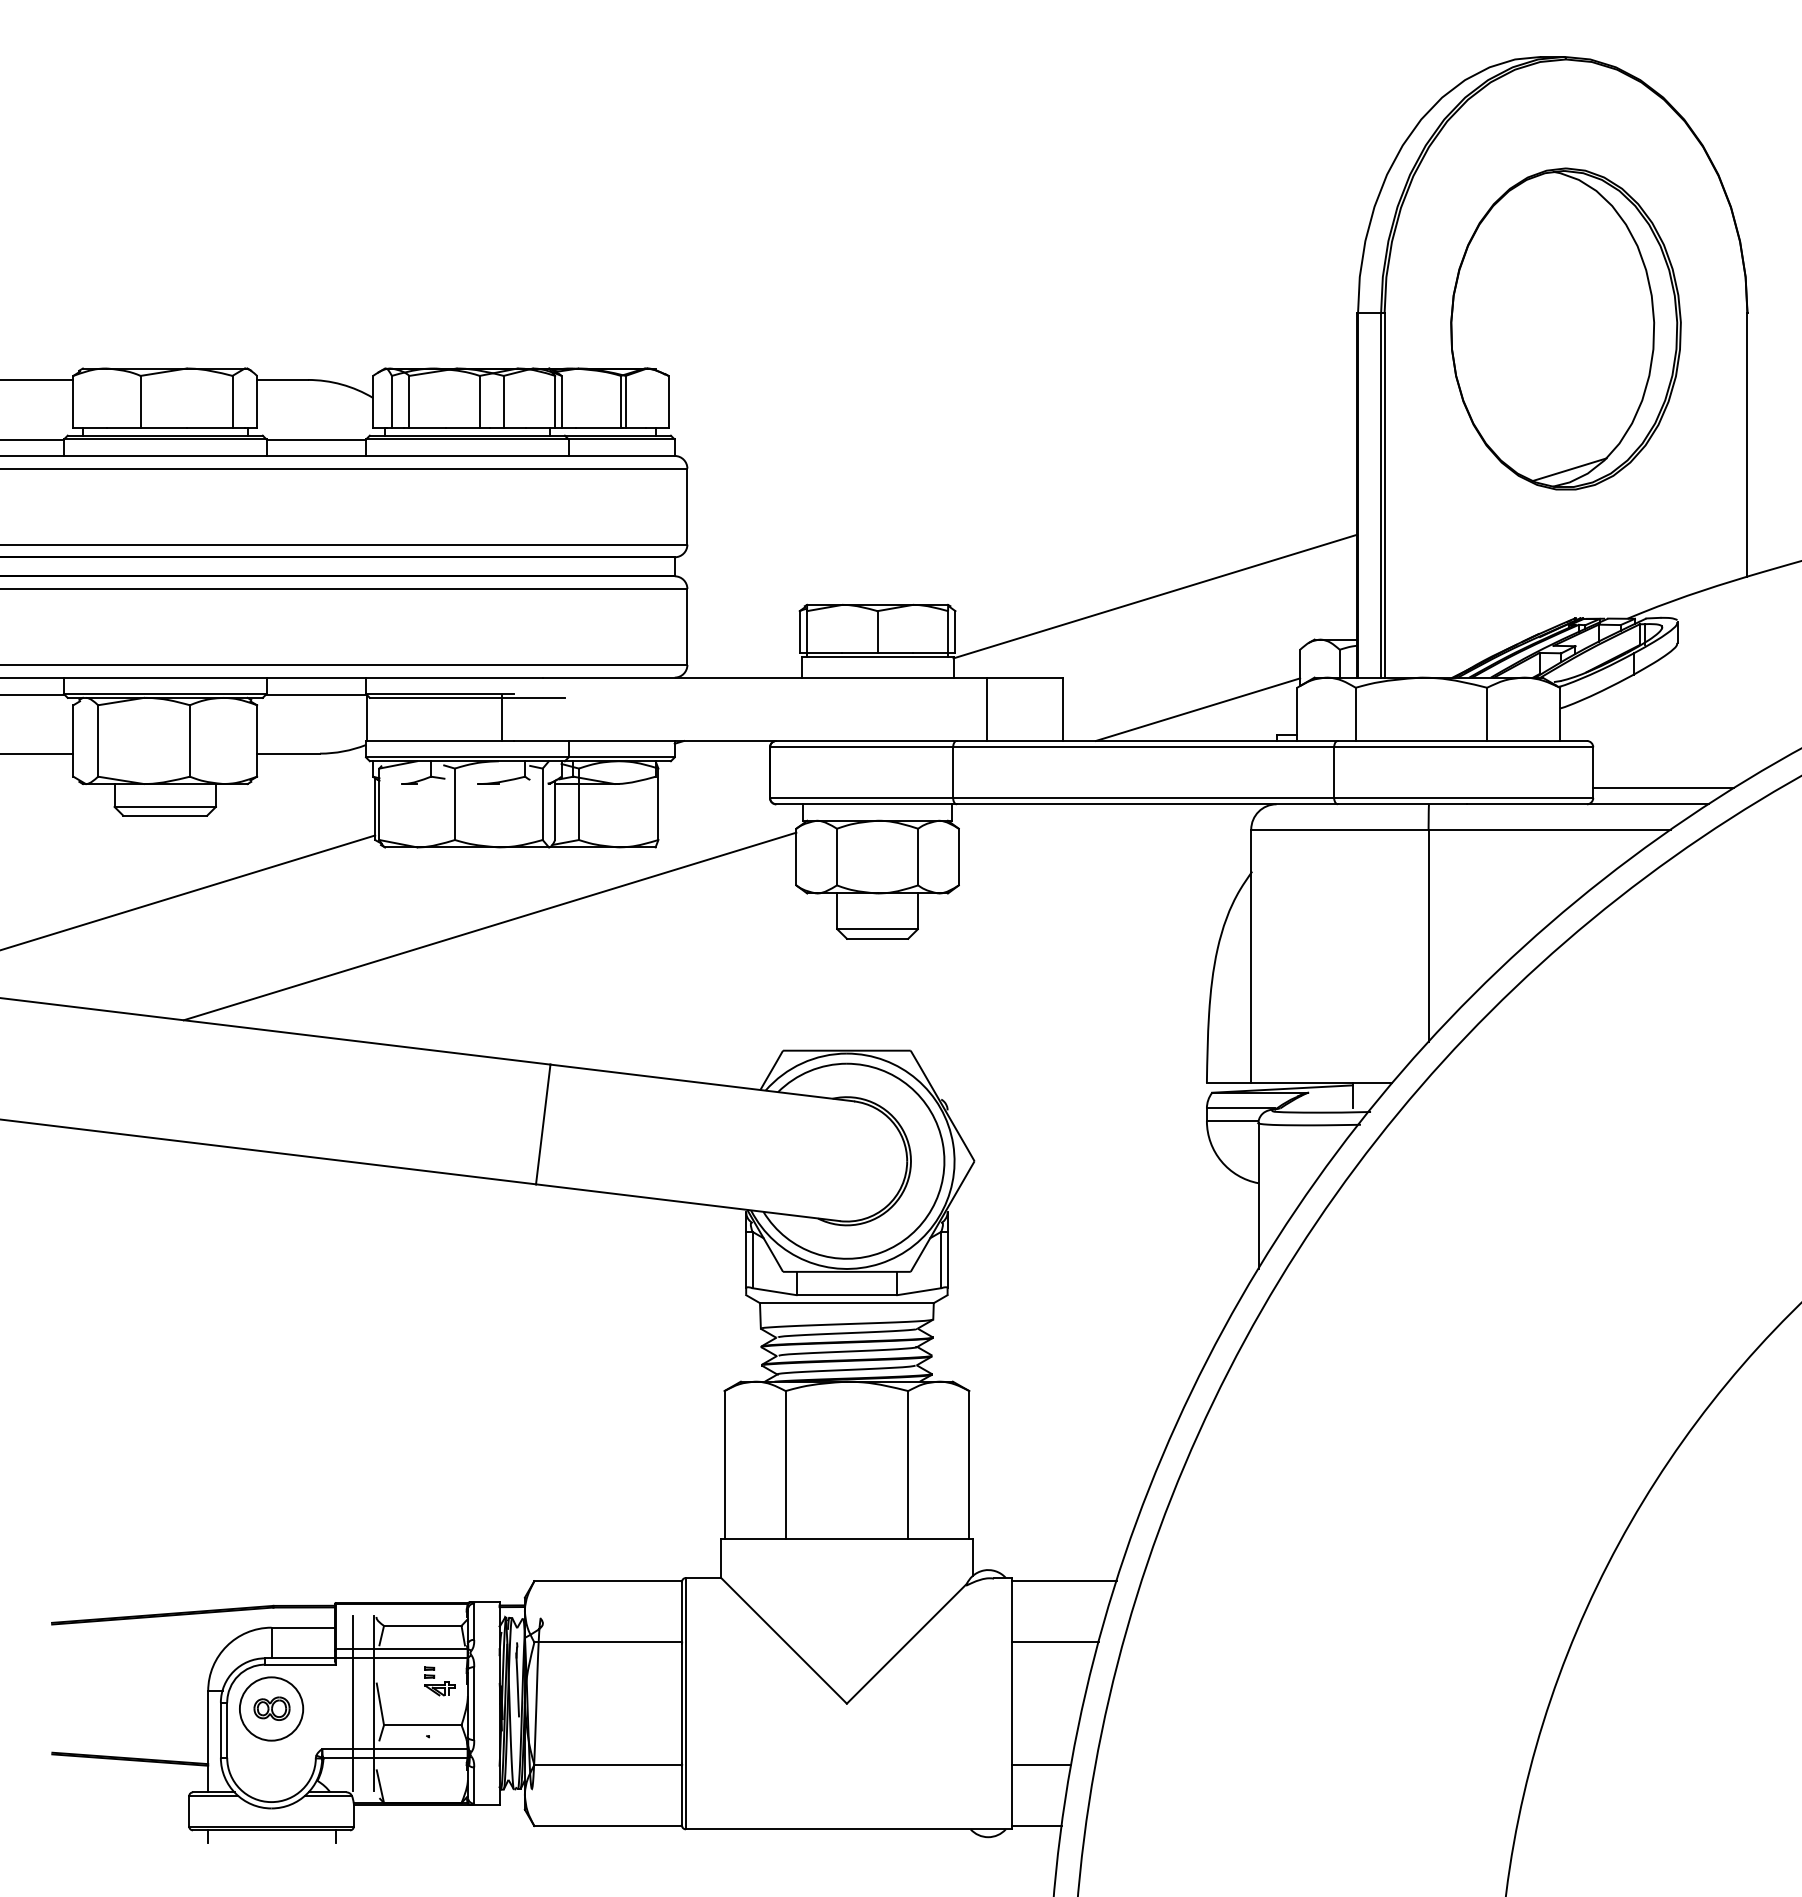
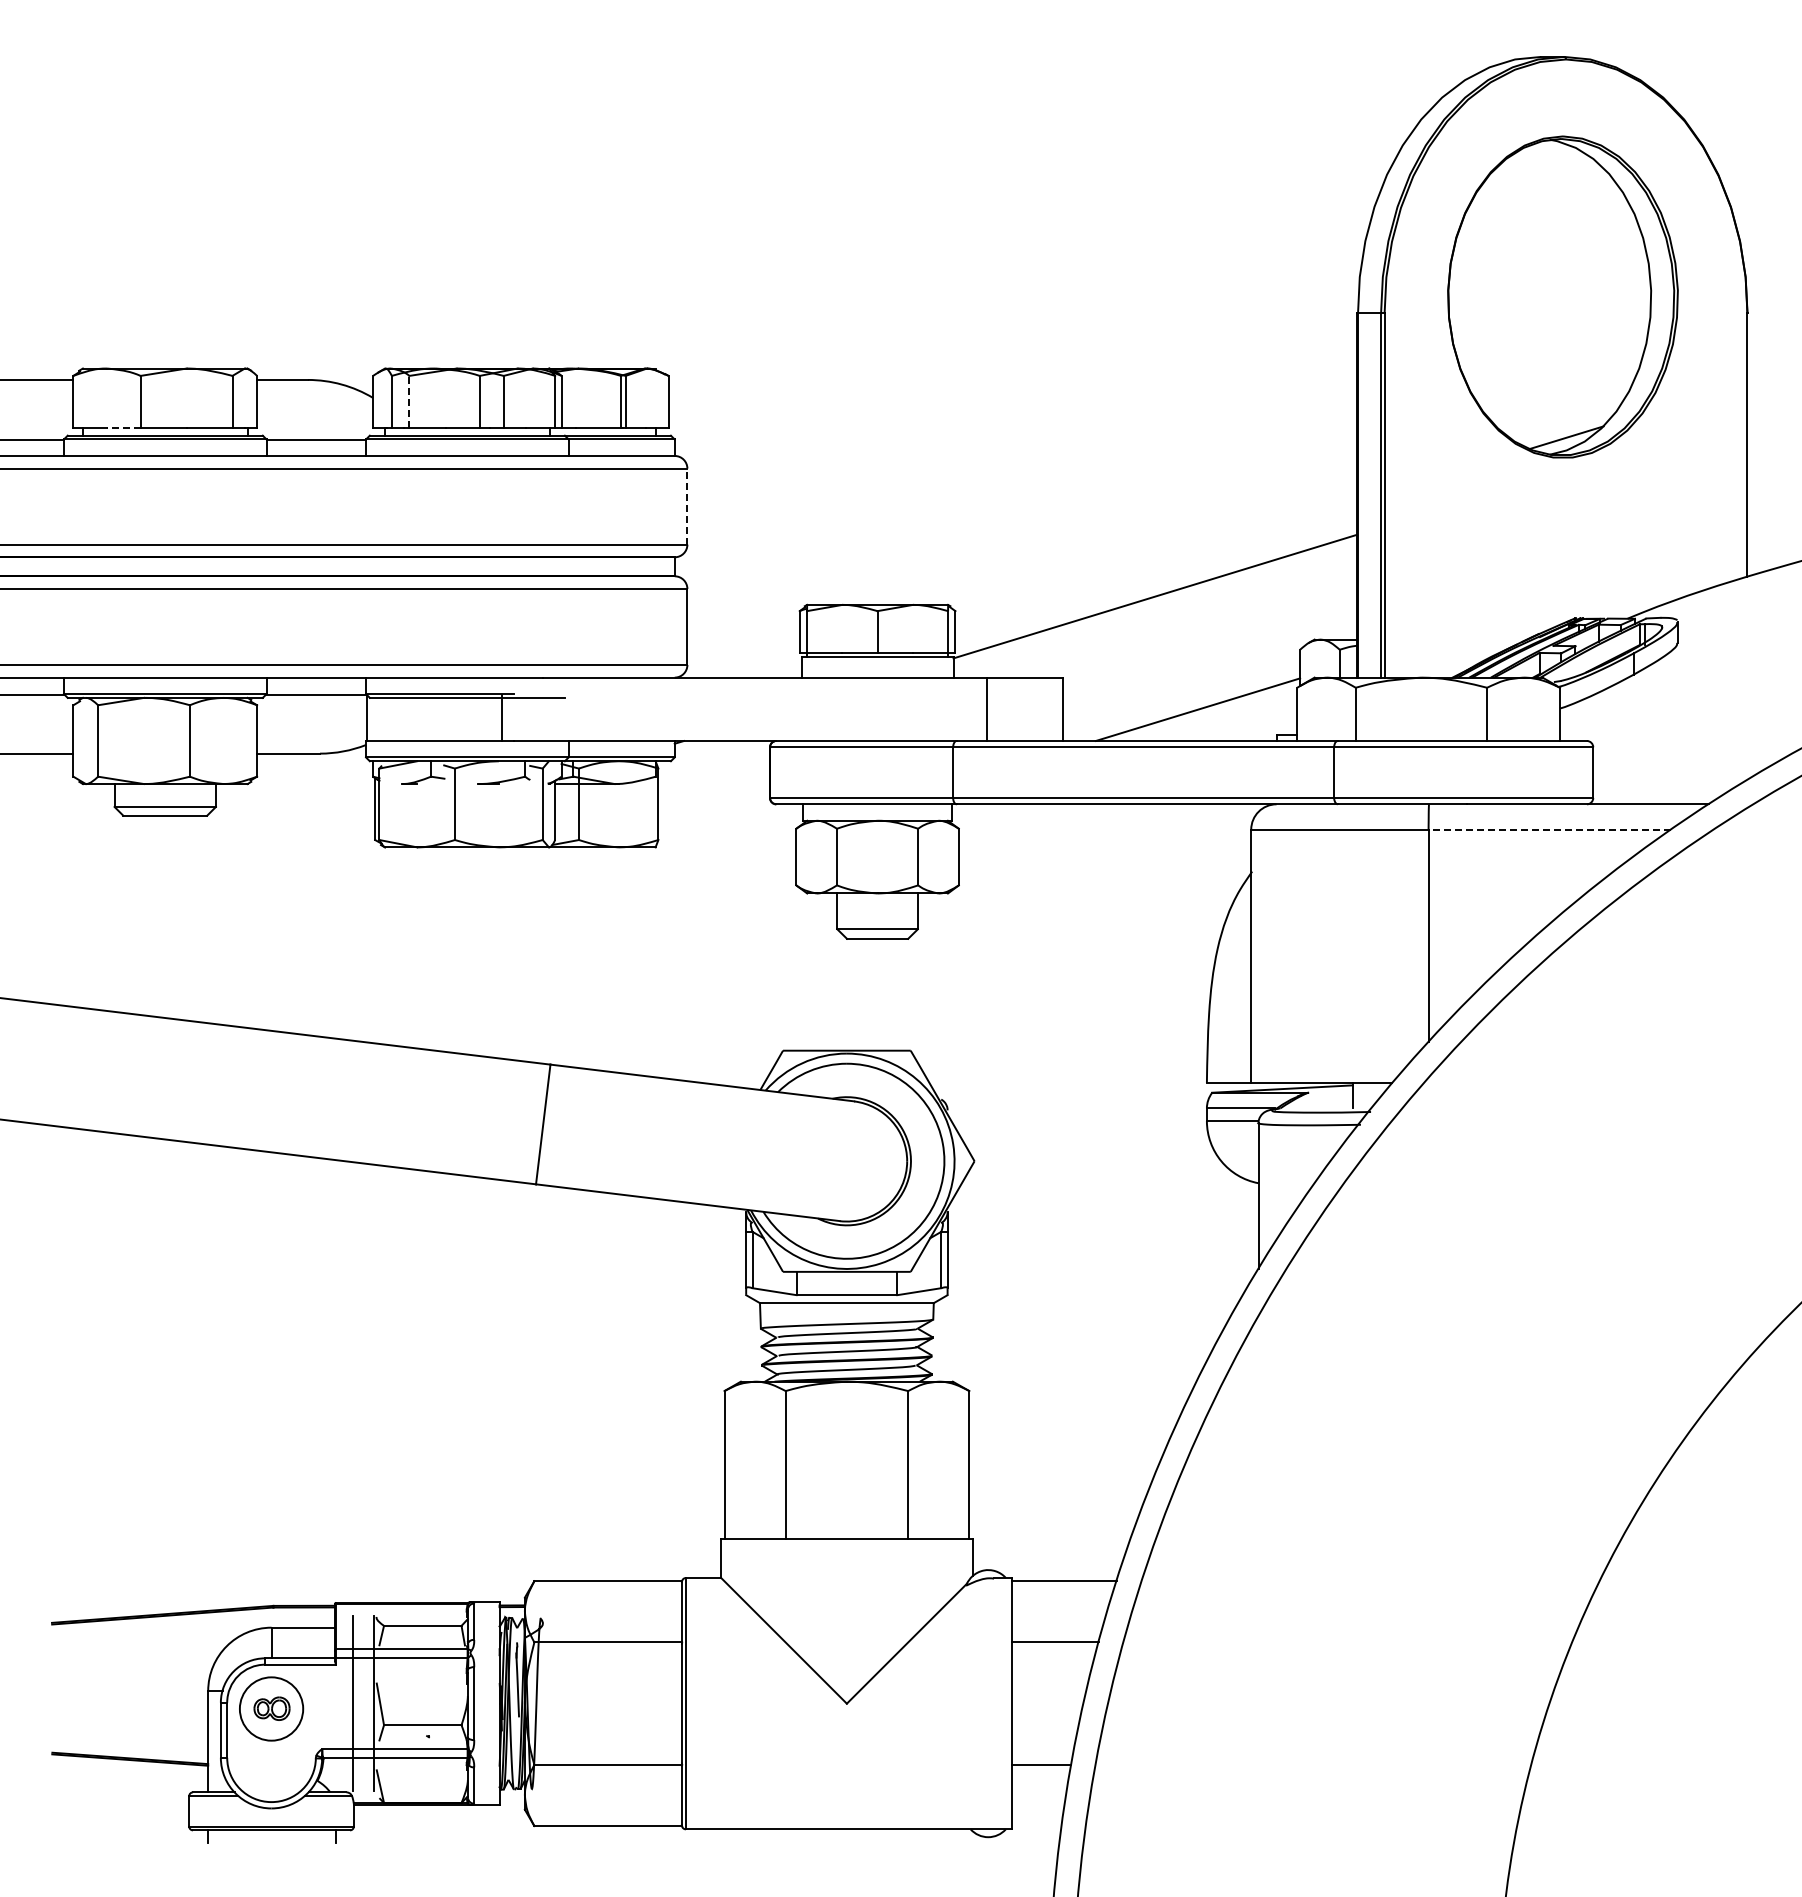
part at (1565, 328) position: (1565, 328) -> (1562, 296)
line at (409, 401): solid -> dashed
line at (123, 428): solid -> dashed
line at (687, 506): solid -> dashed
line at (1663, 788): present -> none
line at (1549, 829): solid -> dashed
line at (188, 892): present -> none
line at (489, 926): present -> none
part at (439, 1681): present -> none
line at (1036, 1826): present -> none
